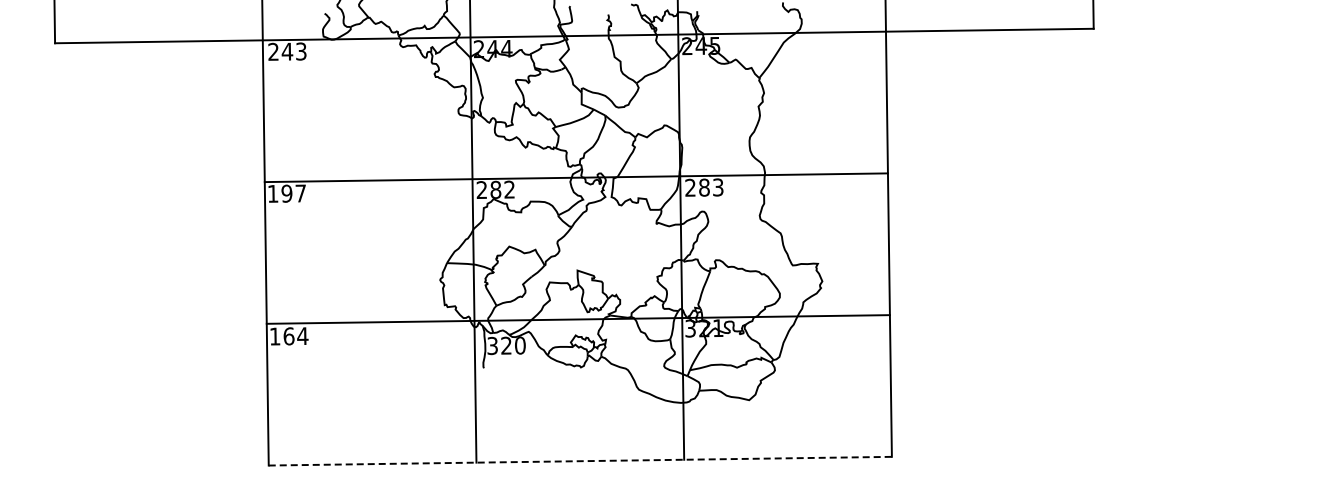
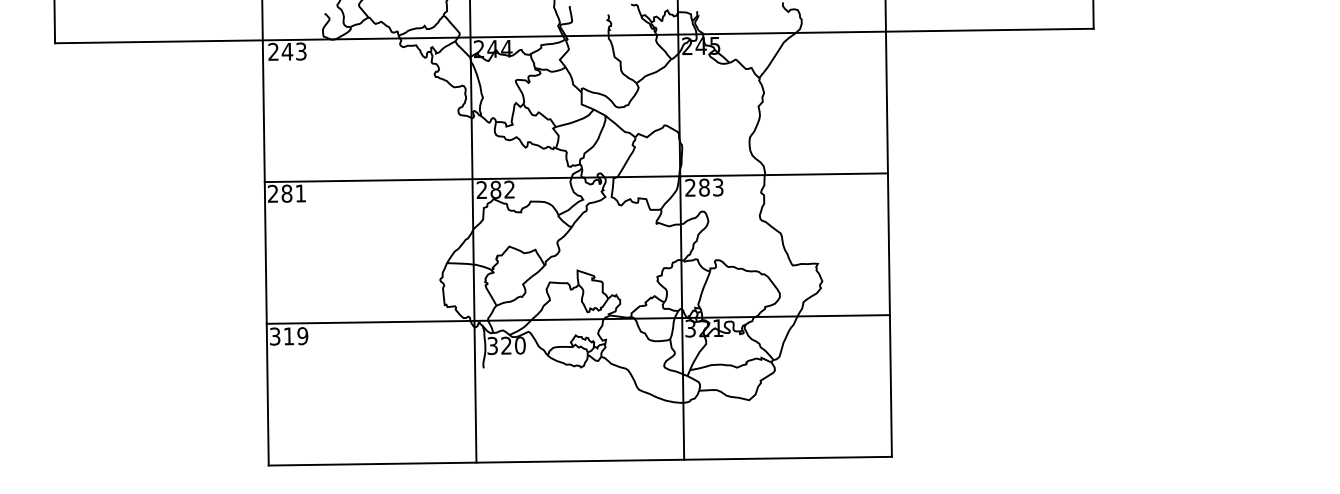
text at (286, 193): 197 -> 281
text at (289, 336): 164 -> 319
line at (580, 461): dashed -> solid
